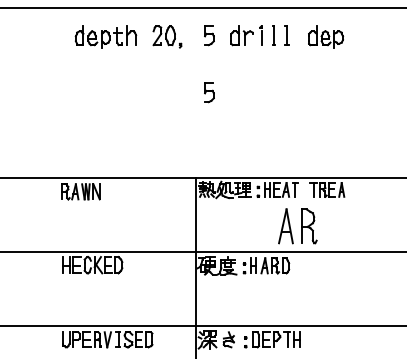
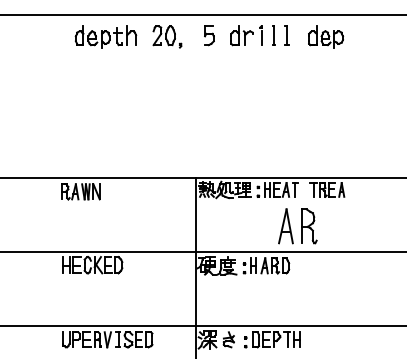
line at (202, 8) position: (202, 8) -> (202, 15)
part at (209, 92): present -> none
